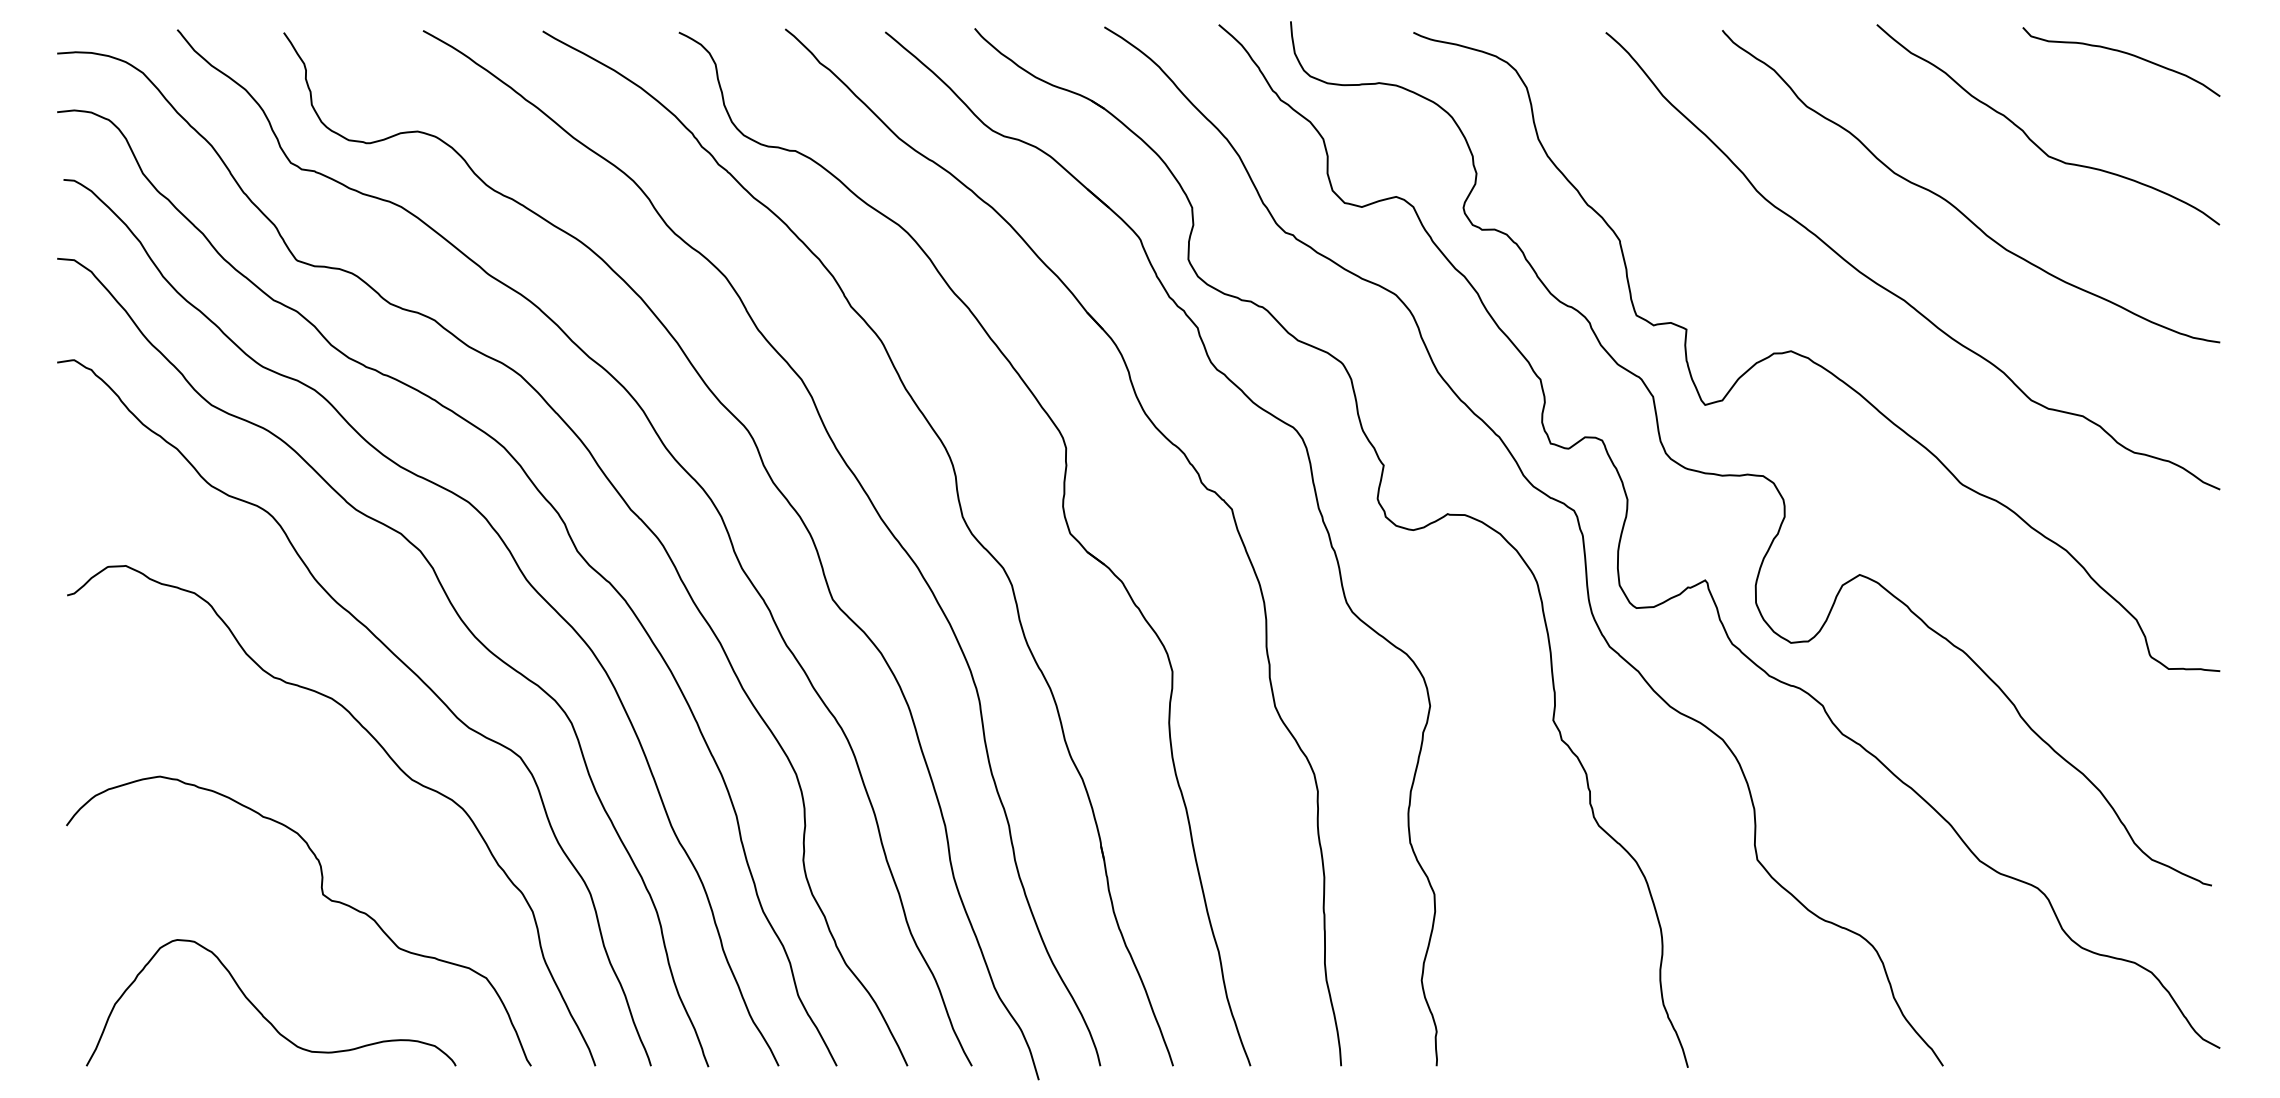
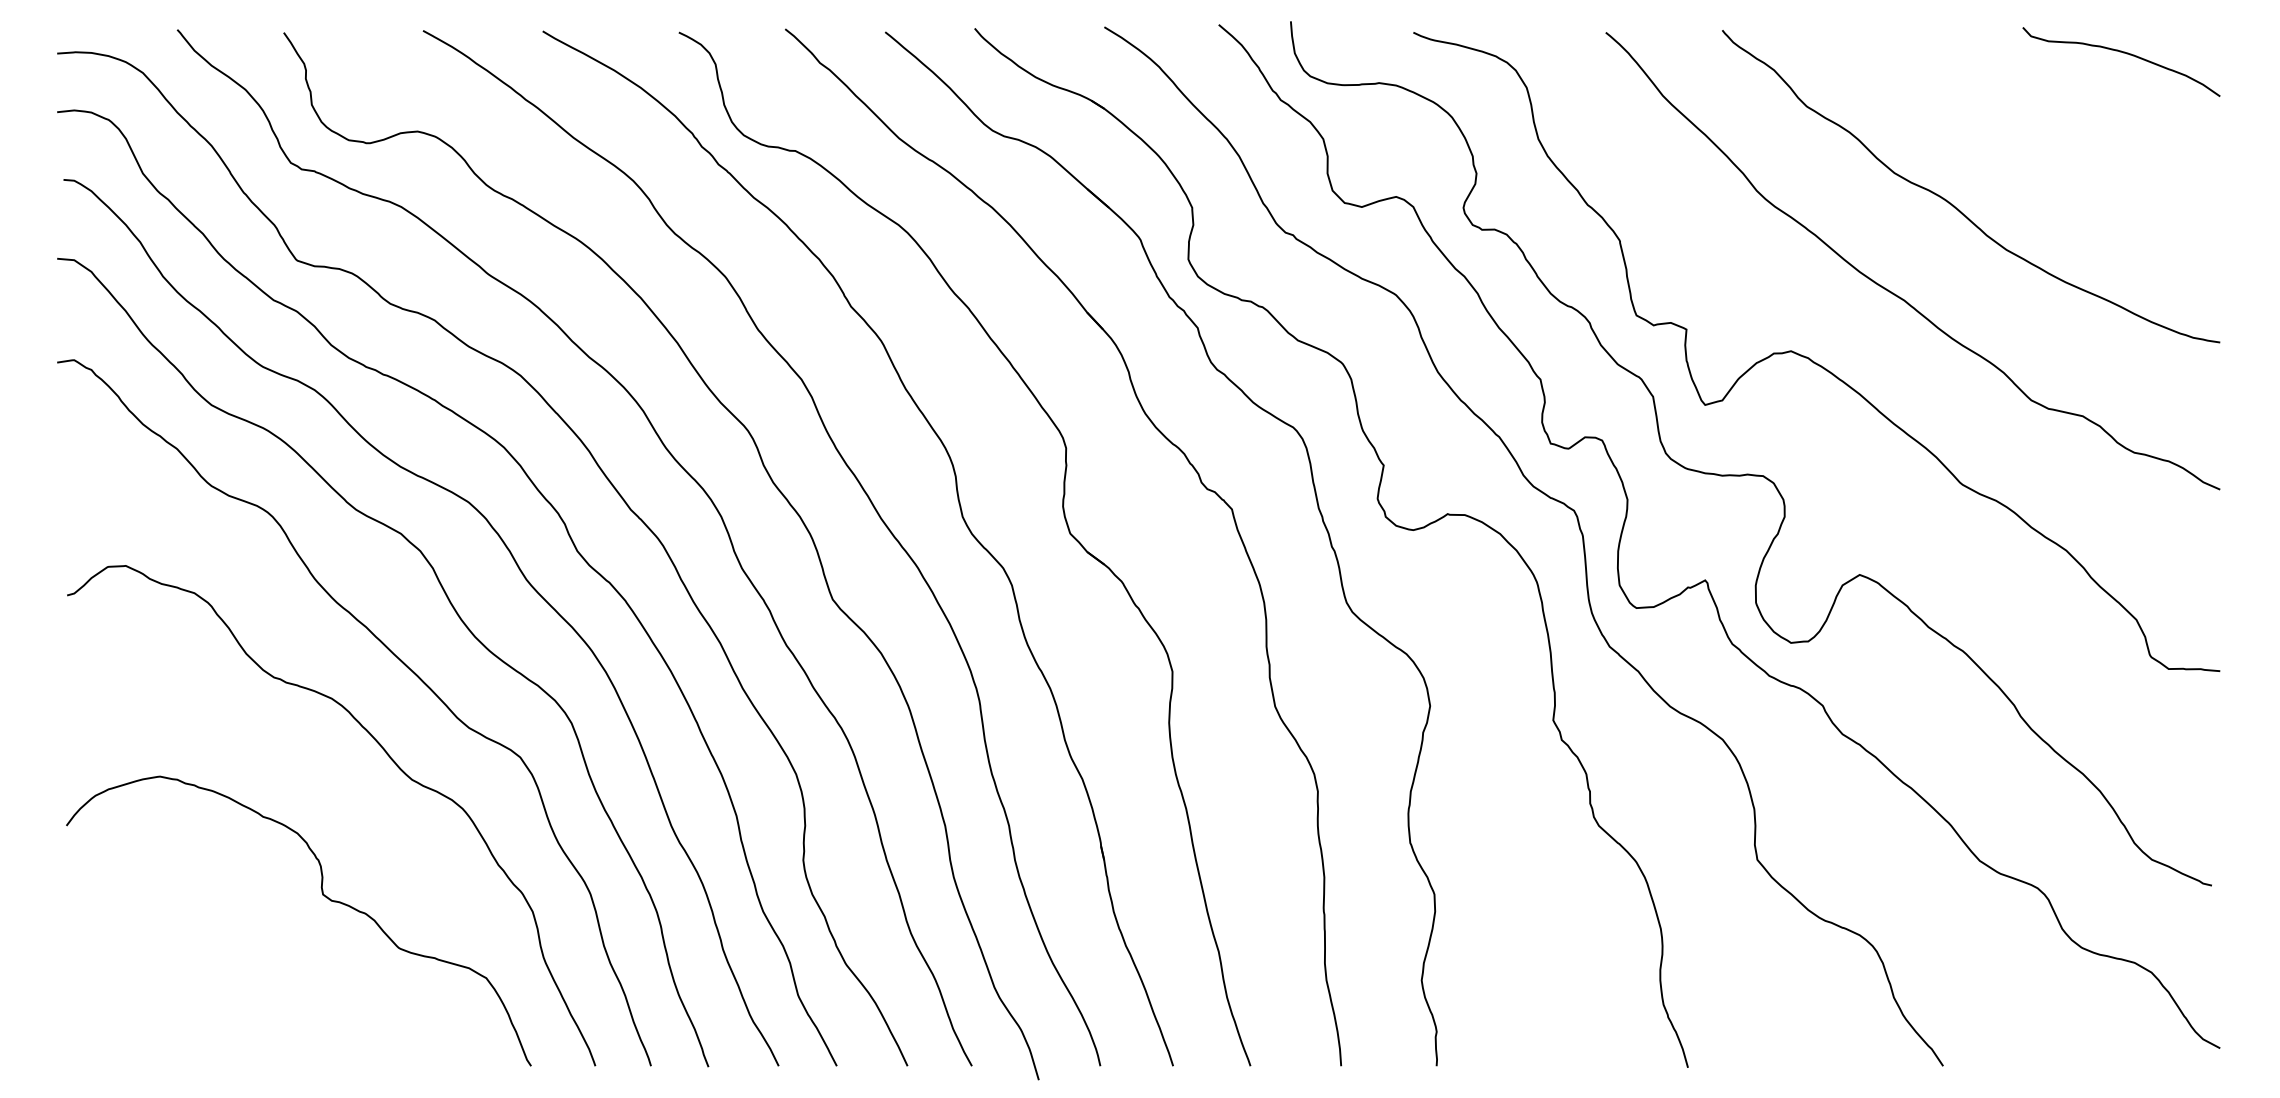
curve at (2032, 140): present -> none
curve at (261, 1012): present -> none
